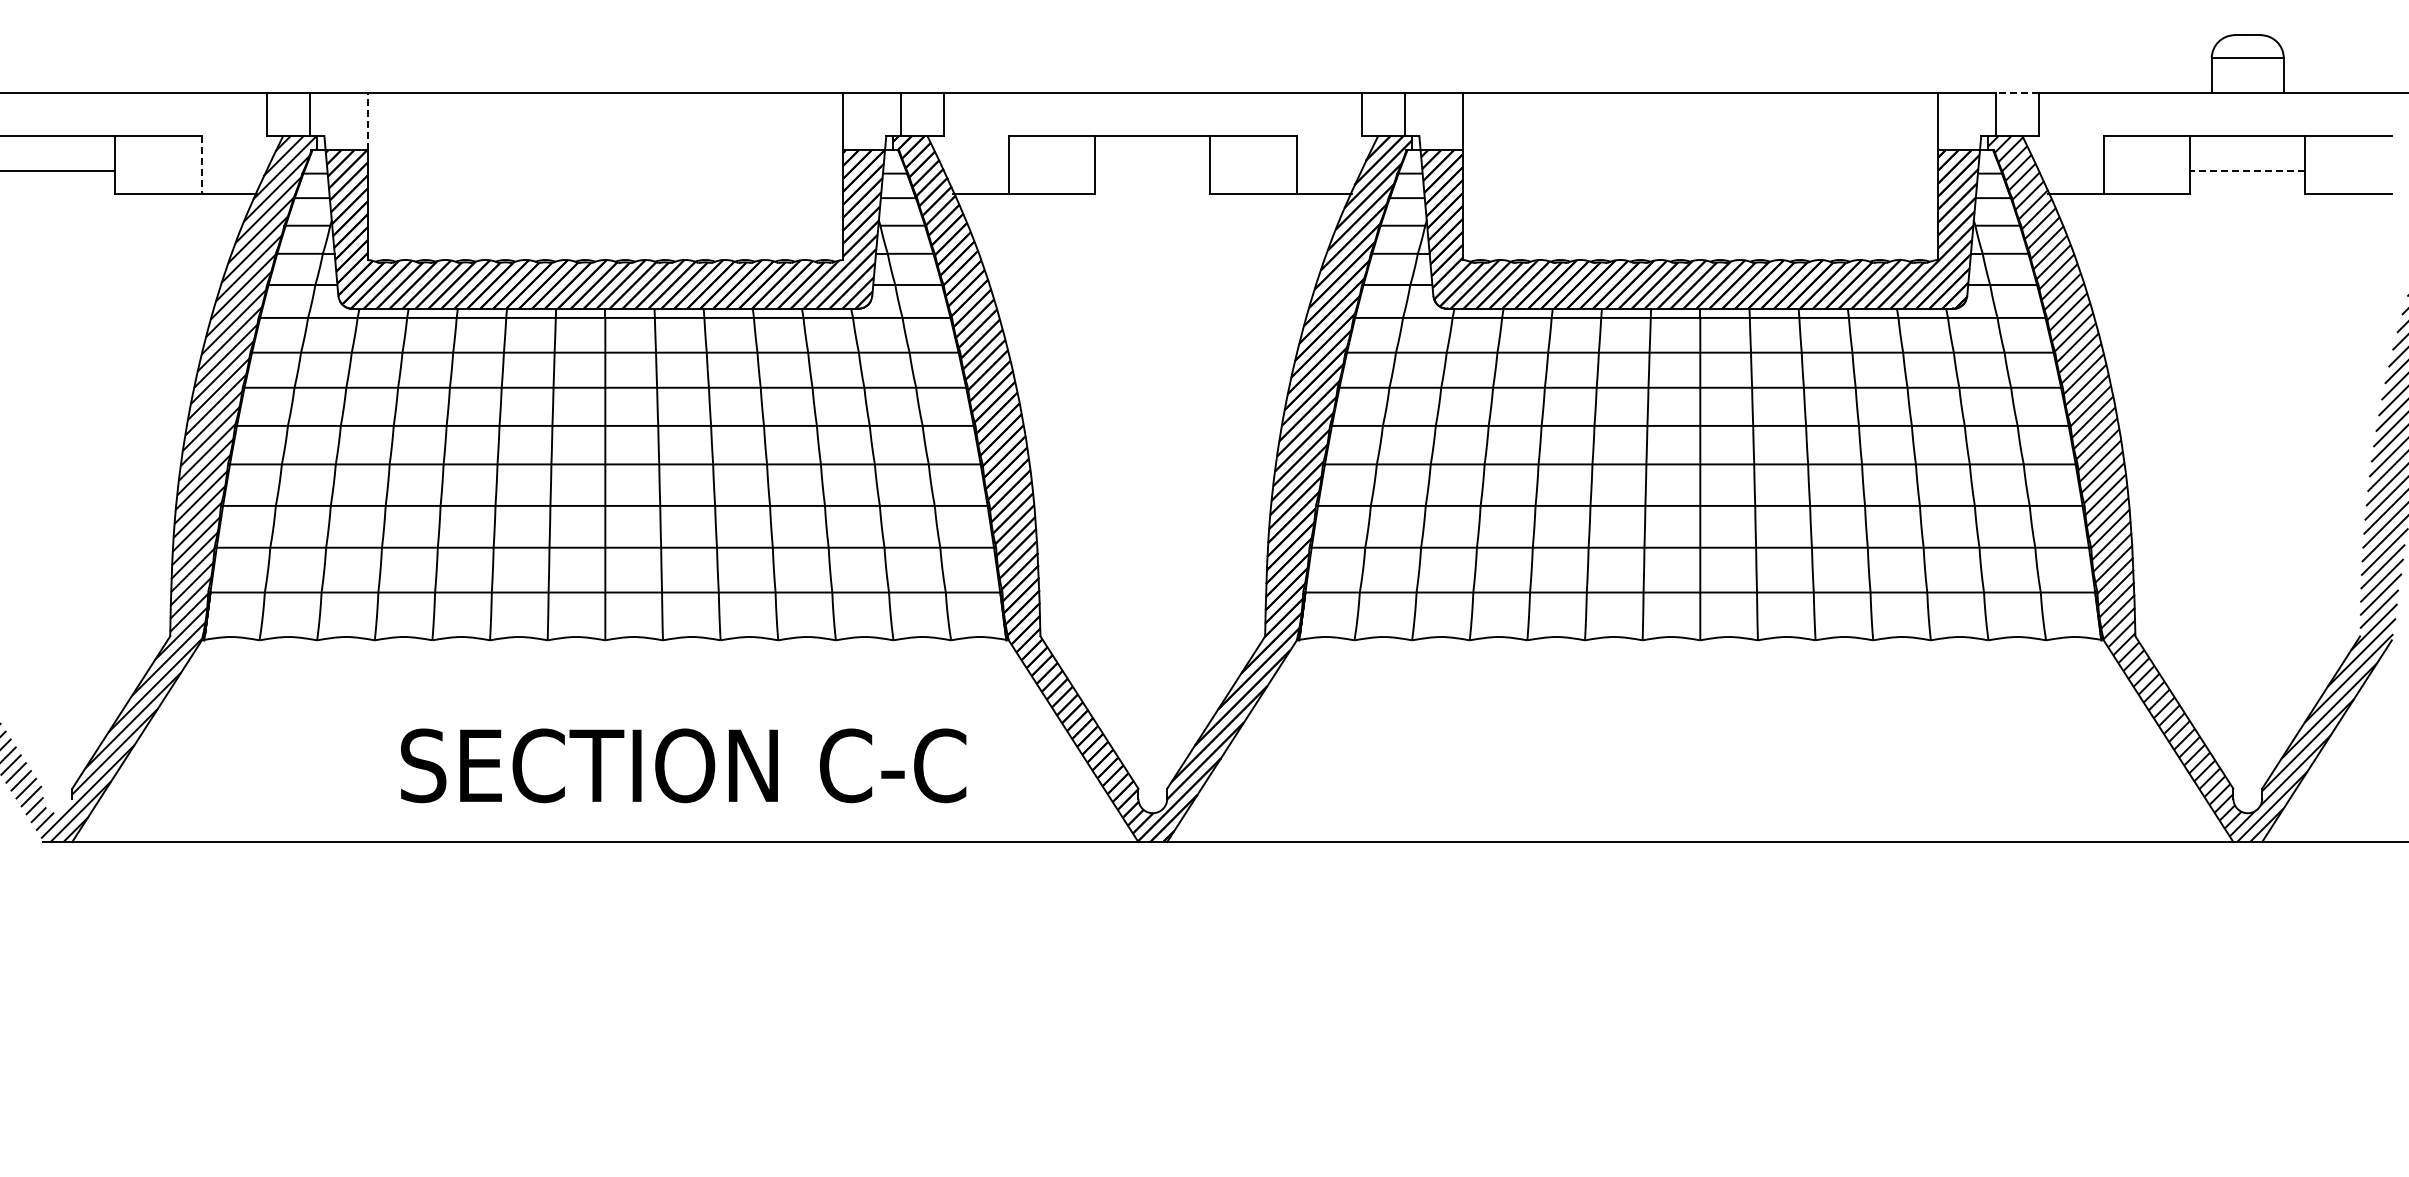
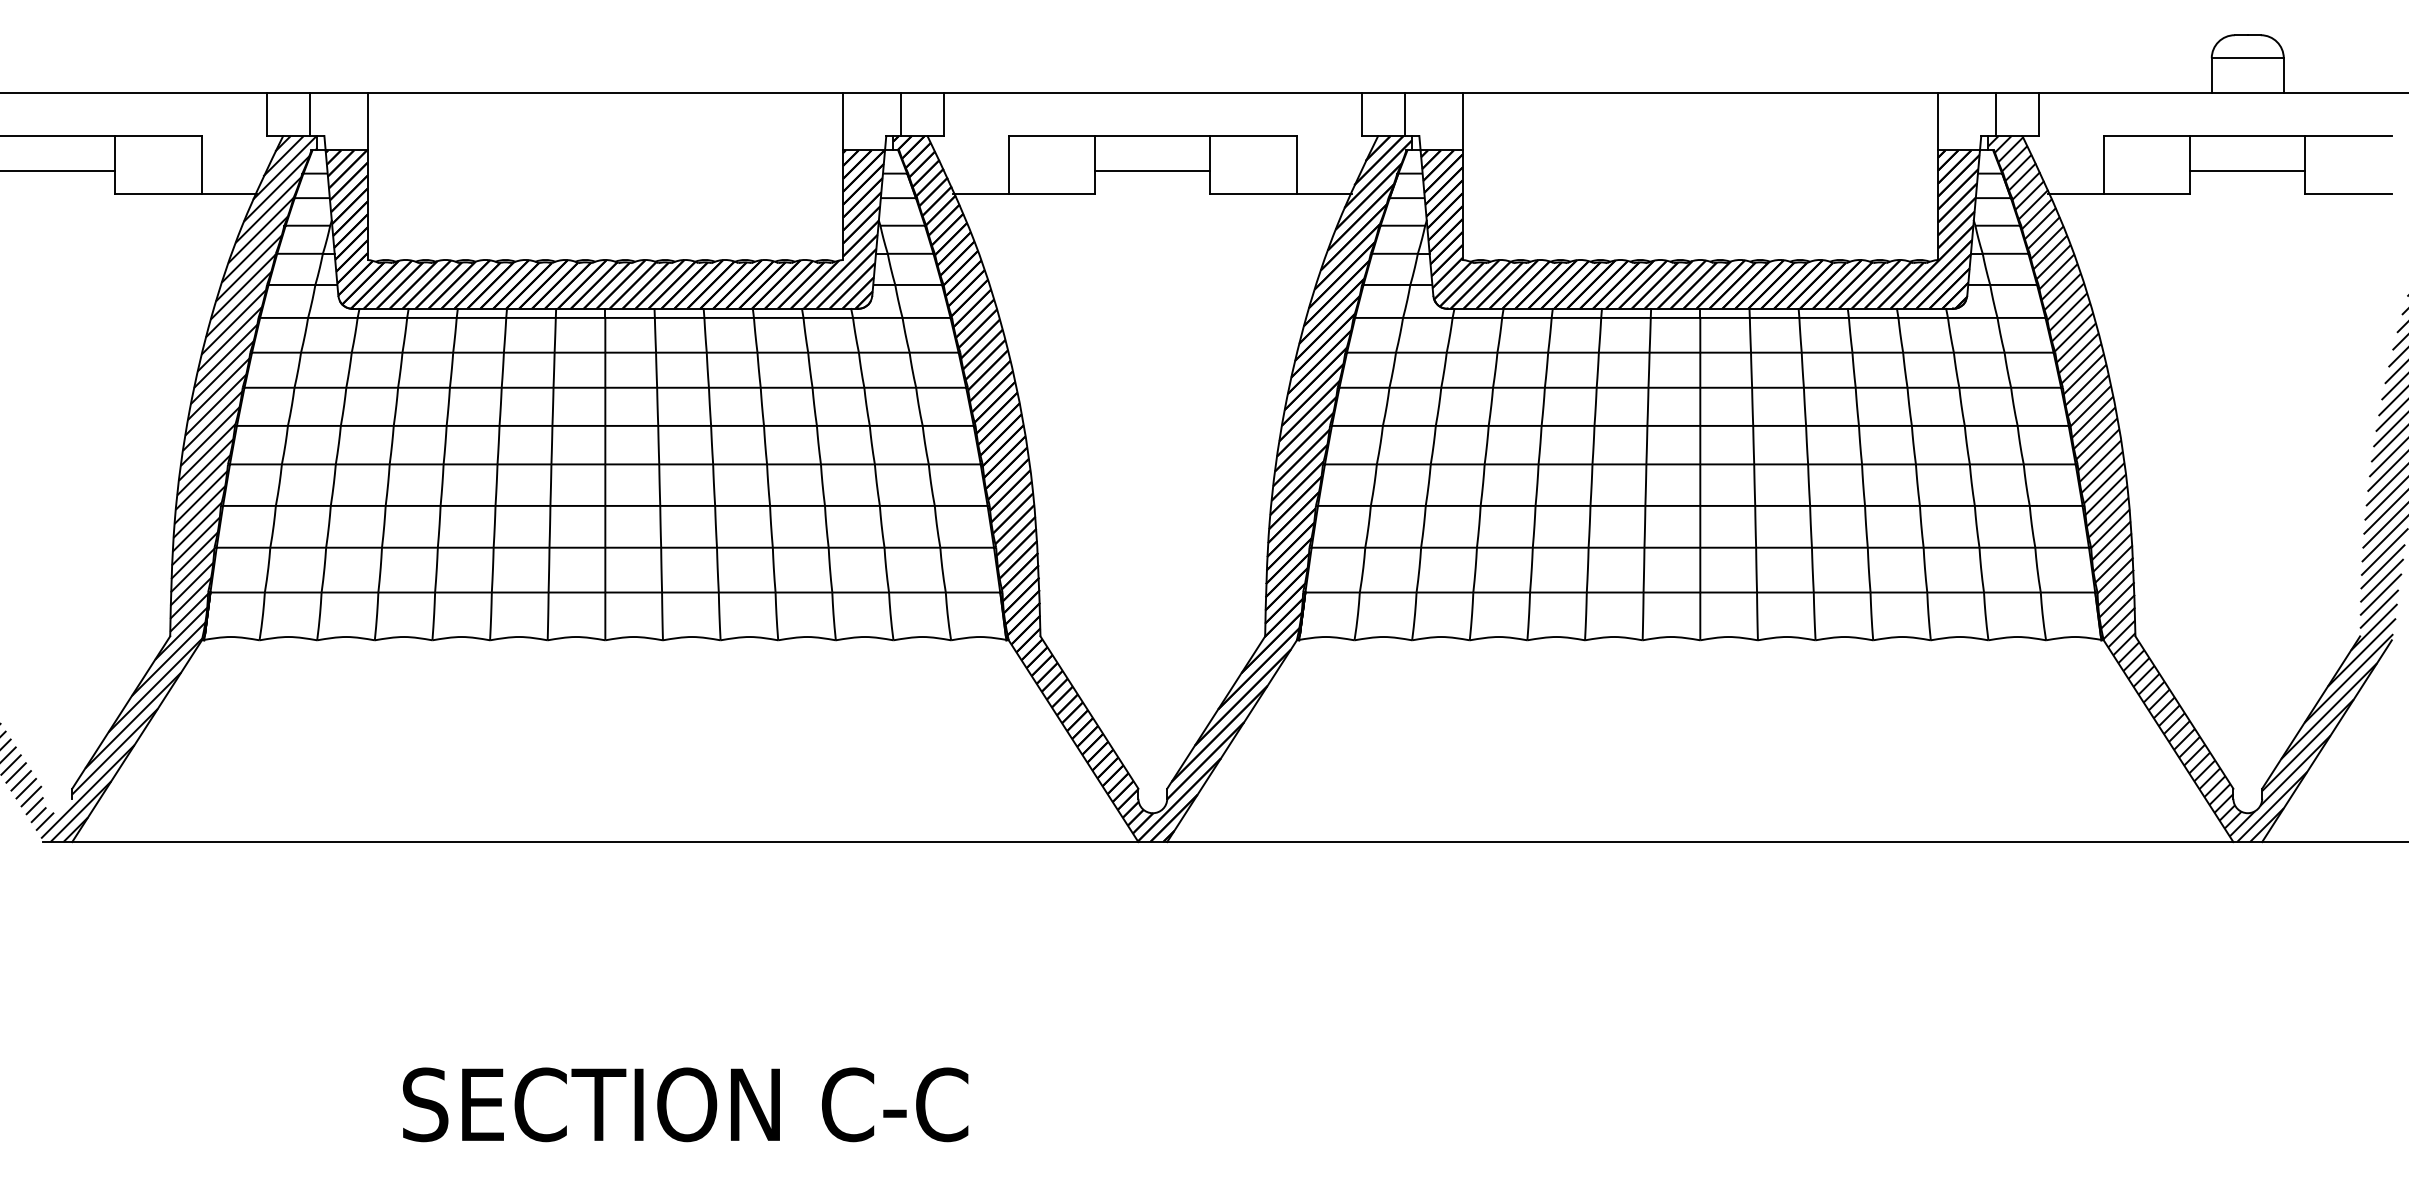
line at (2017, 92): dashed -> solid
line at (367, 121): dashed -> solid
line at (201, 164): dashed -> solid
line at (1152, 170): none -> present
line at (2247, 170): dashed -> solid
text at (683, 765) position: (683, 765) -> (685, 1104)
